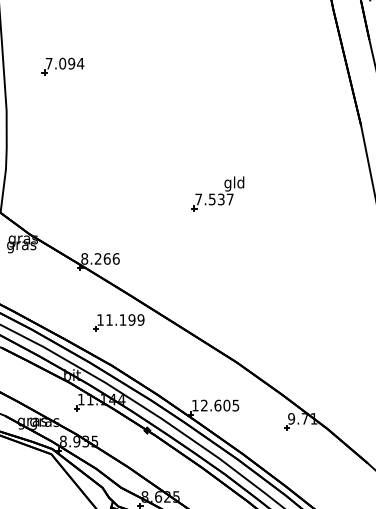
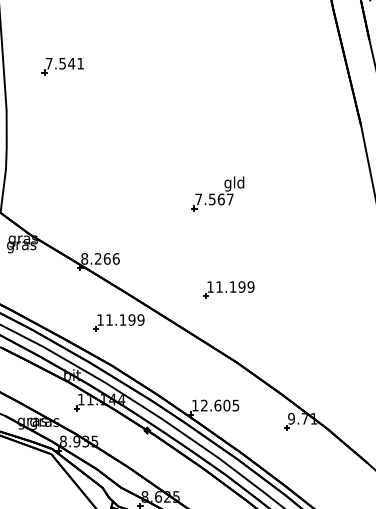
text at (71, 63): 7.094 -> 7.541
text at (220, 199): 7.537 -> 7.567
part at (228, 289): none -> present
